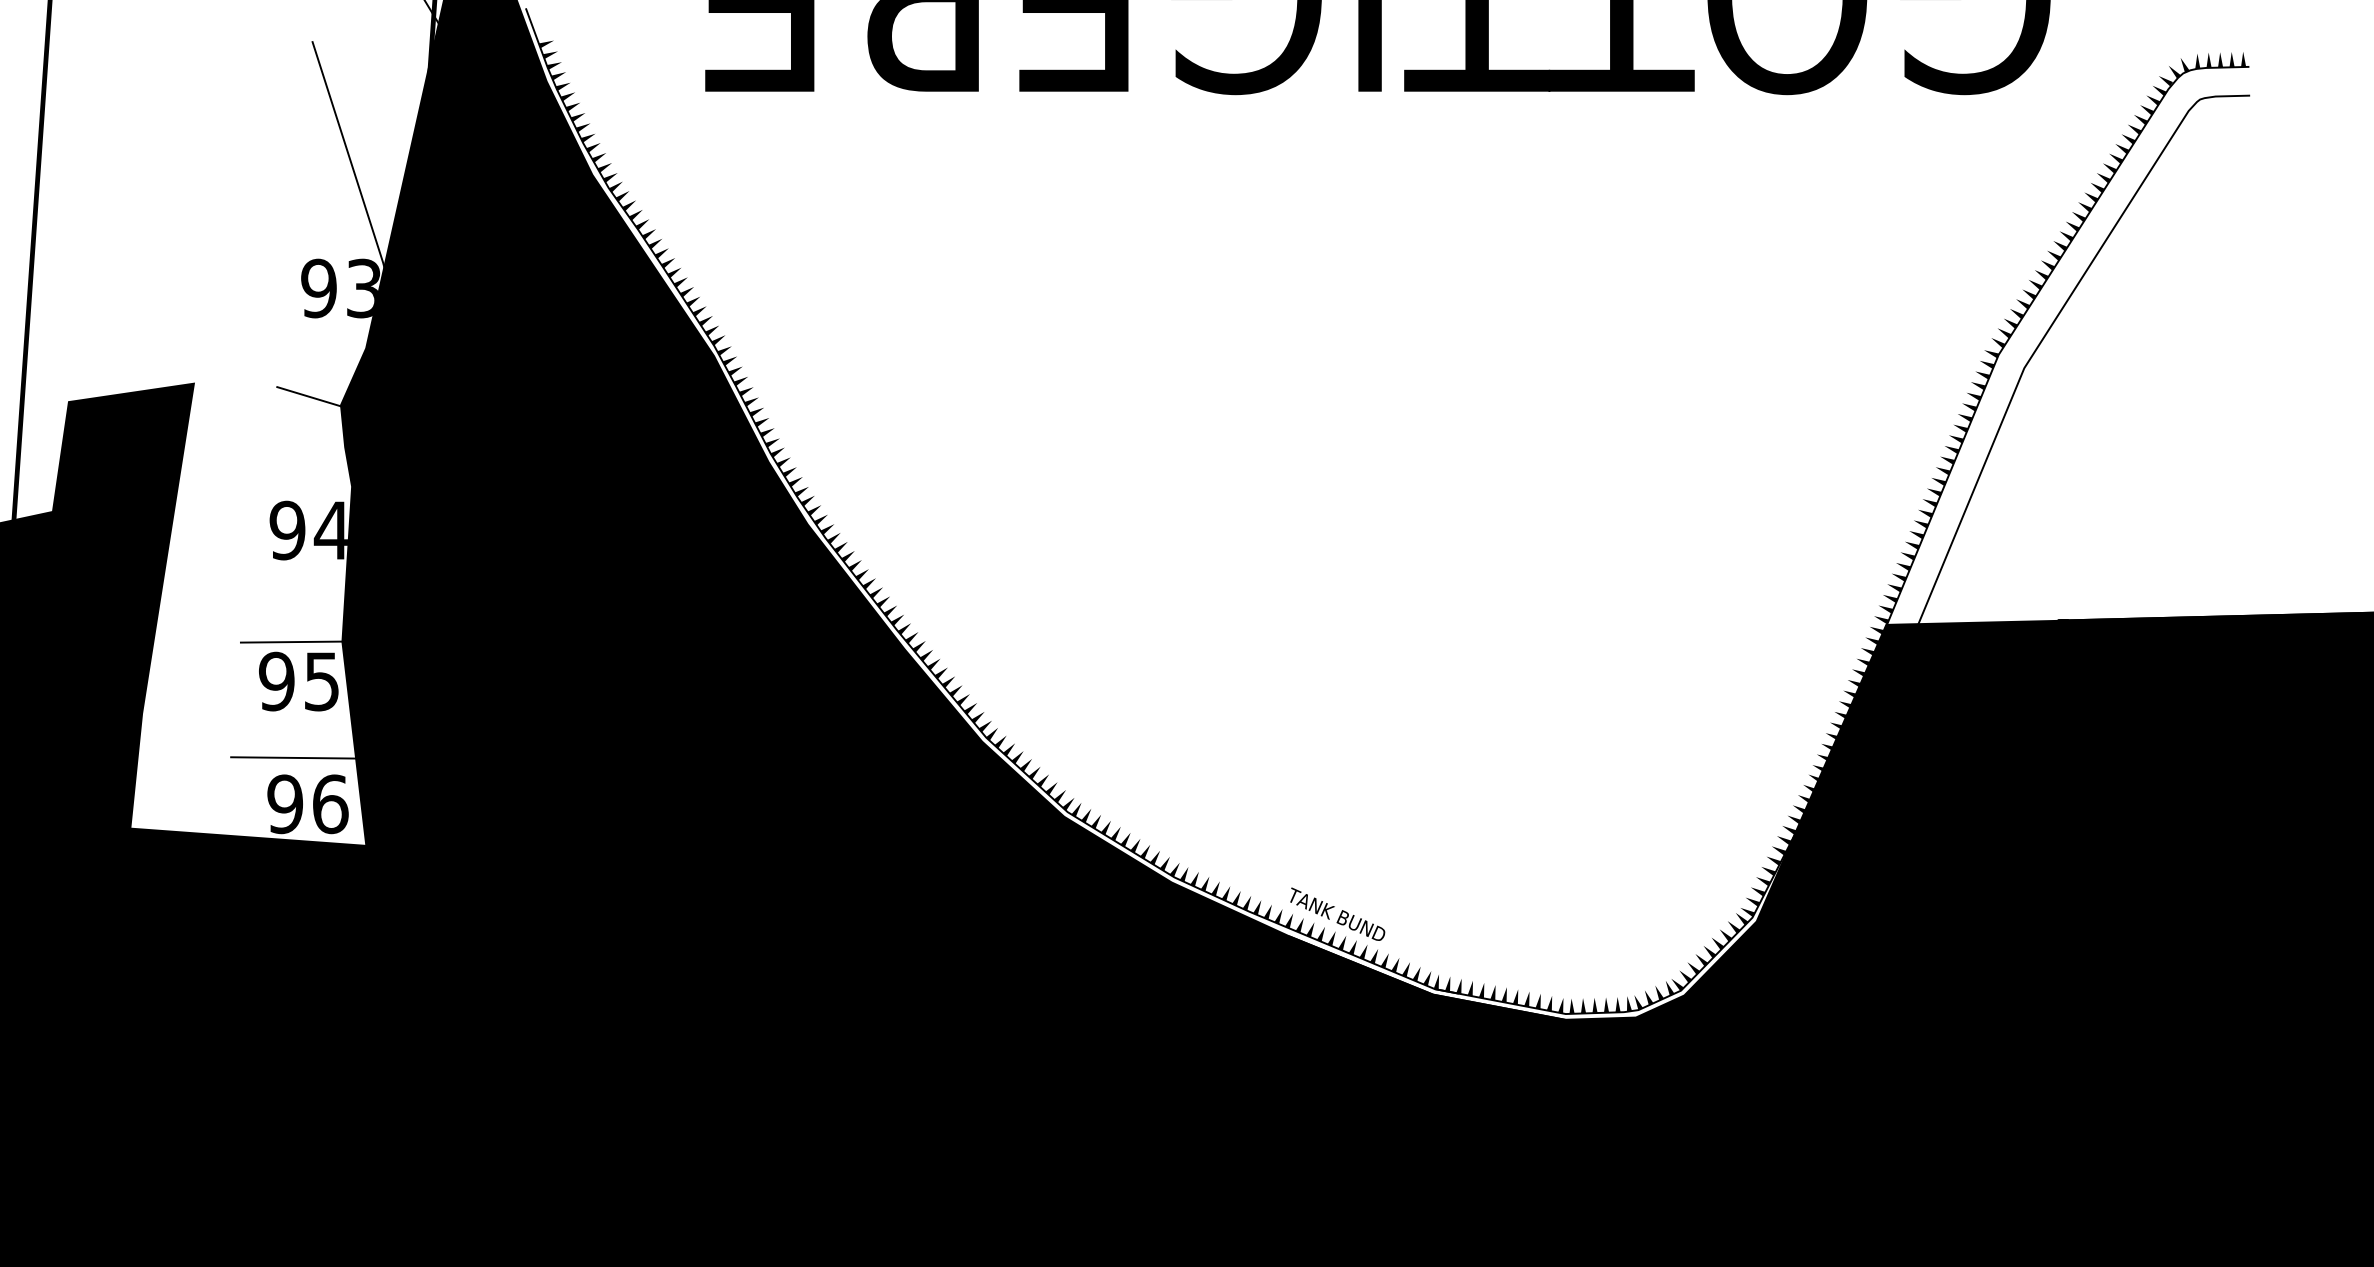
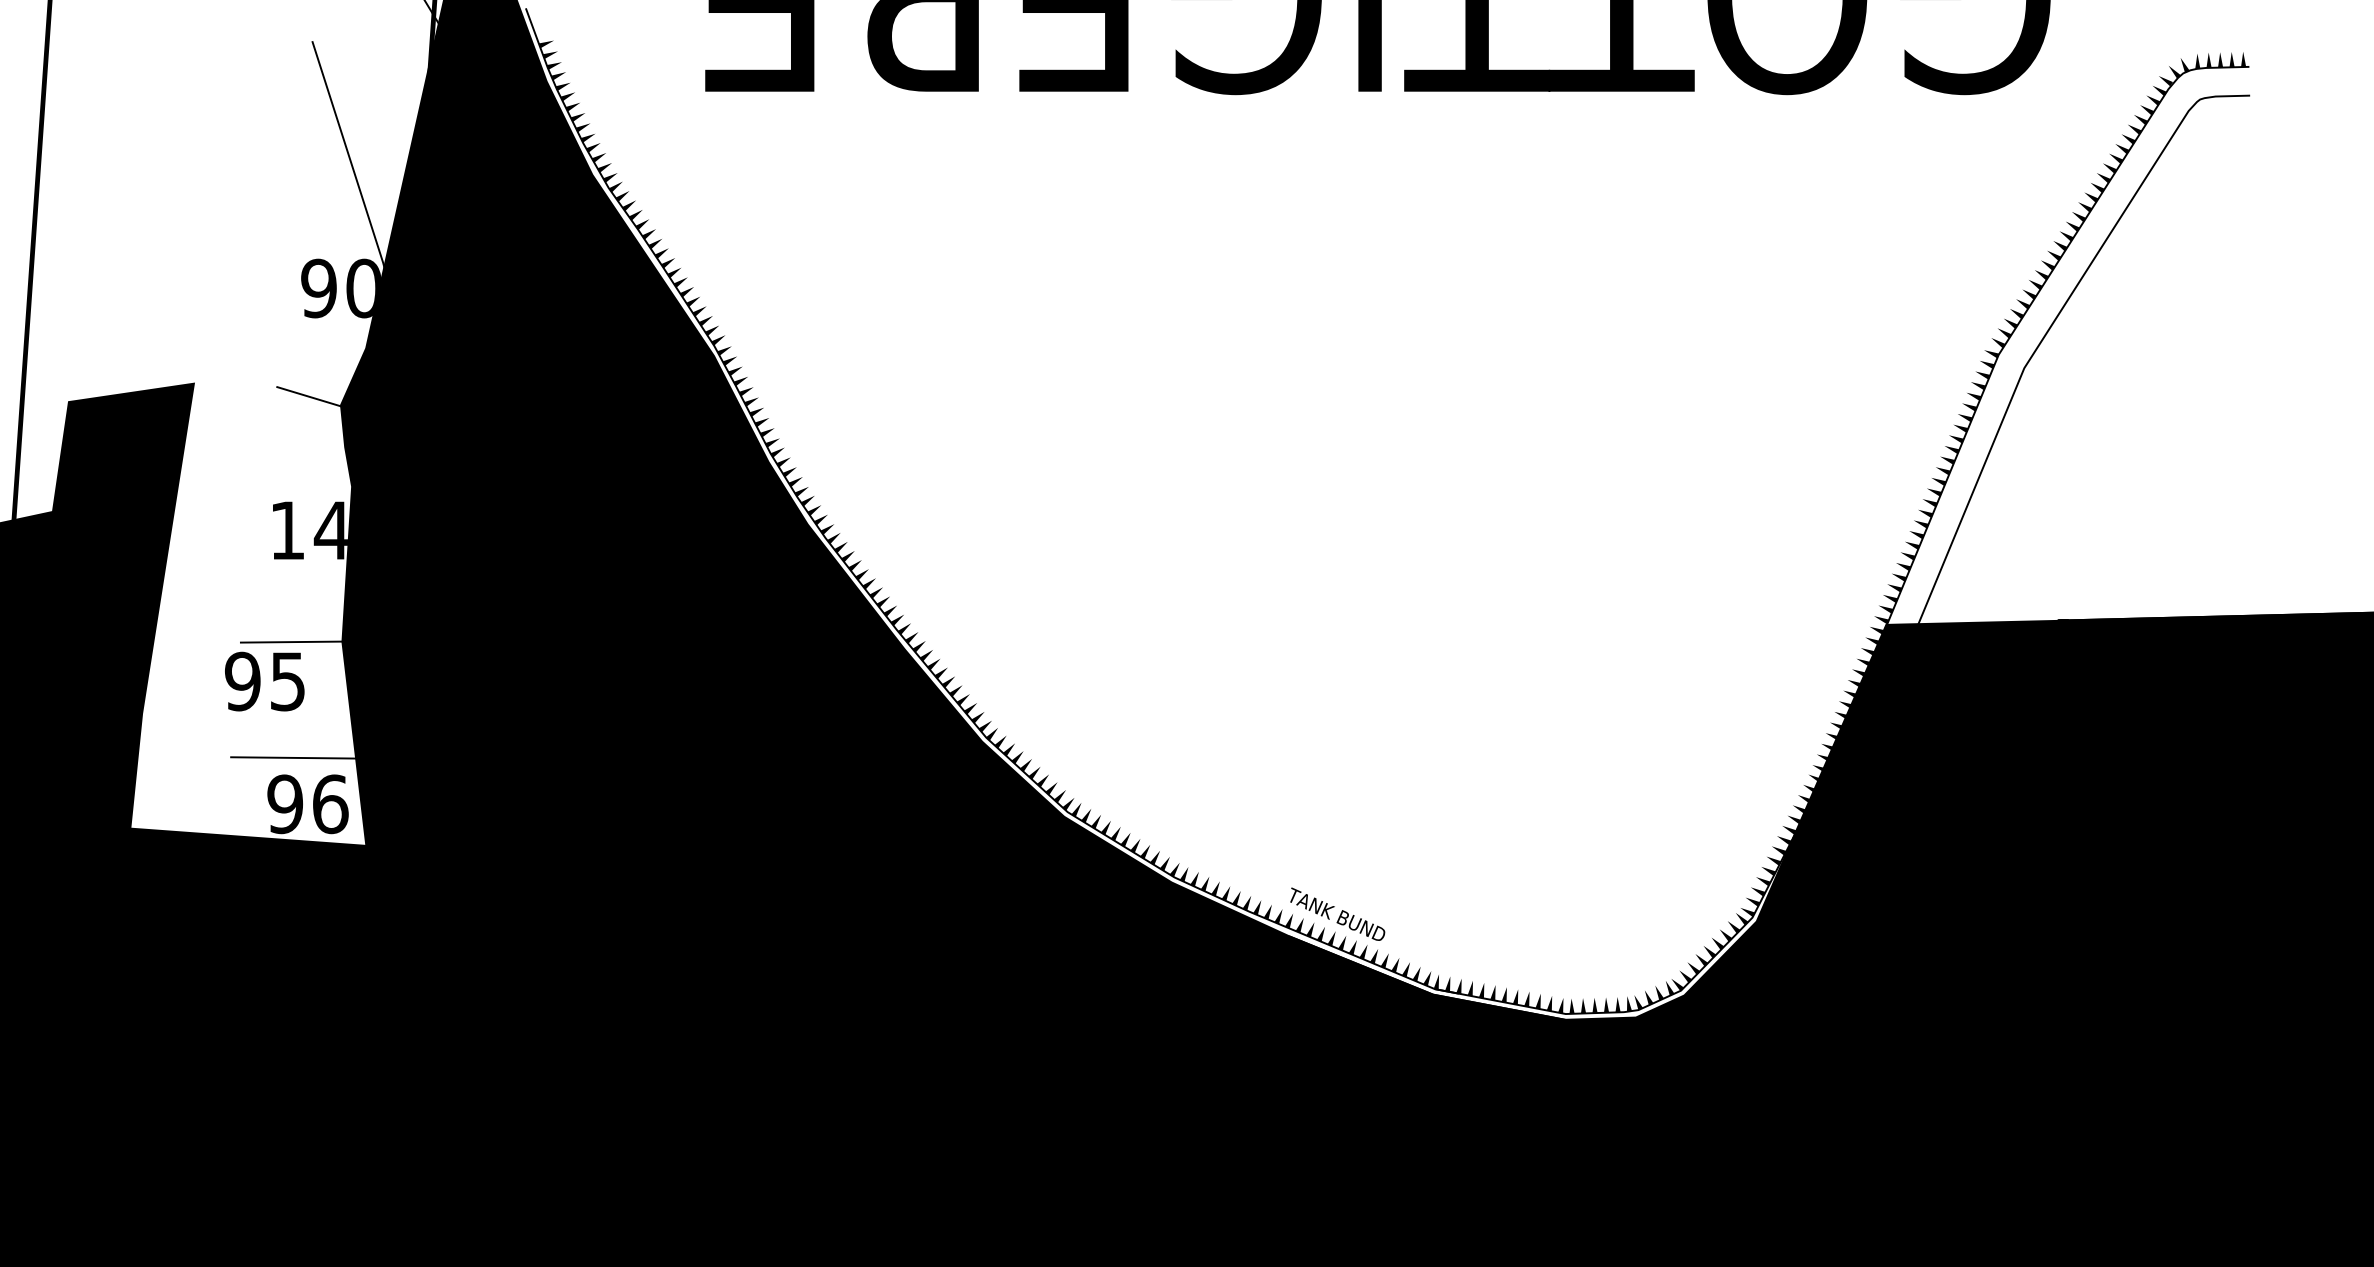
text at (363, 288): 93 -> 90
text at (287, 530): 94 -> 14
text at (298, 681) position: (298, 681) -> (264, 681)
